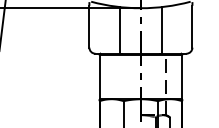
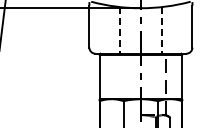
line at (119, 30): solid -> dashed
line at (161, 30): solid -> dashed
